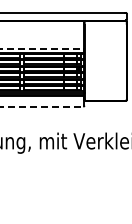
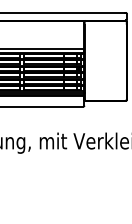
line at (42, 48): dashed -> solid
line at (42, 106): dashed -> solid
